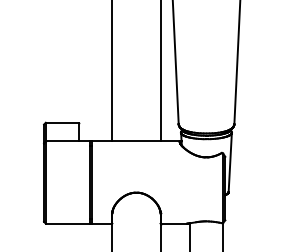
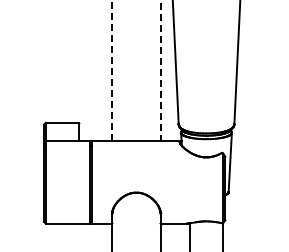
line at (112, 70): solid -> dashed
line at (160, 71): solid -> dashed
